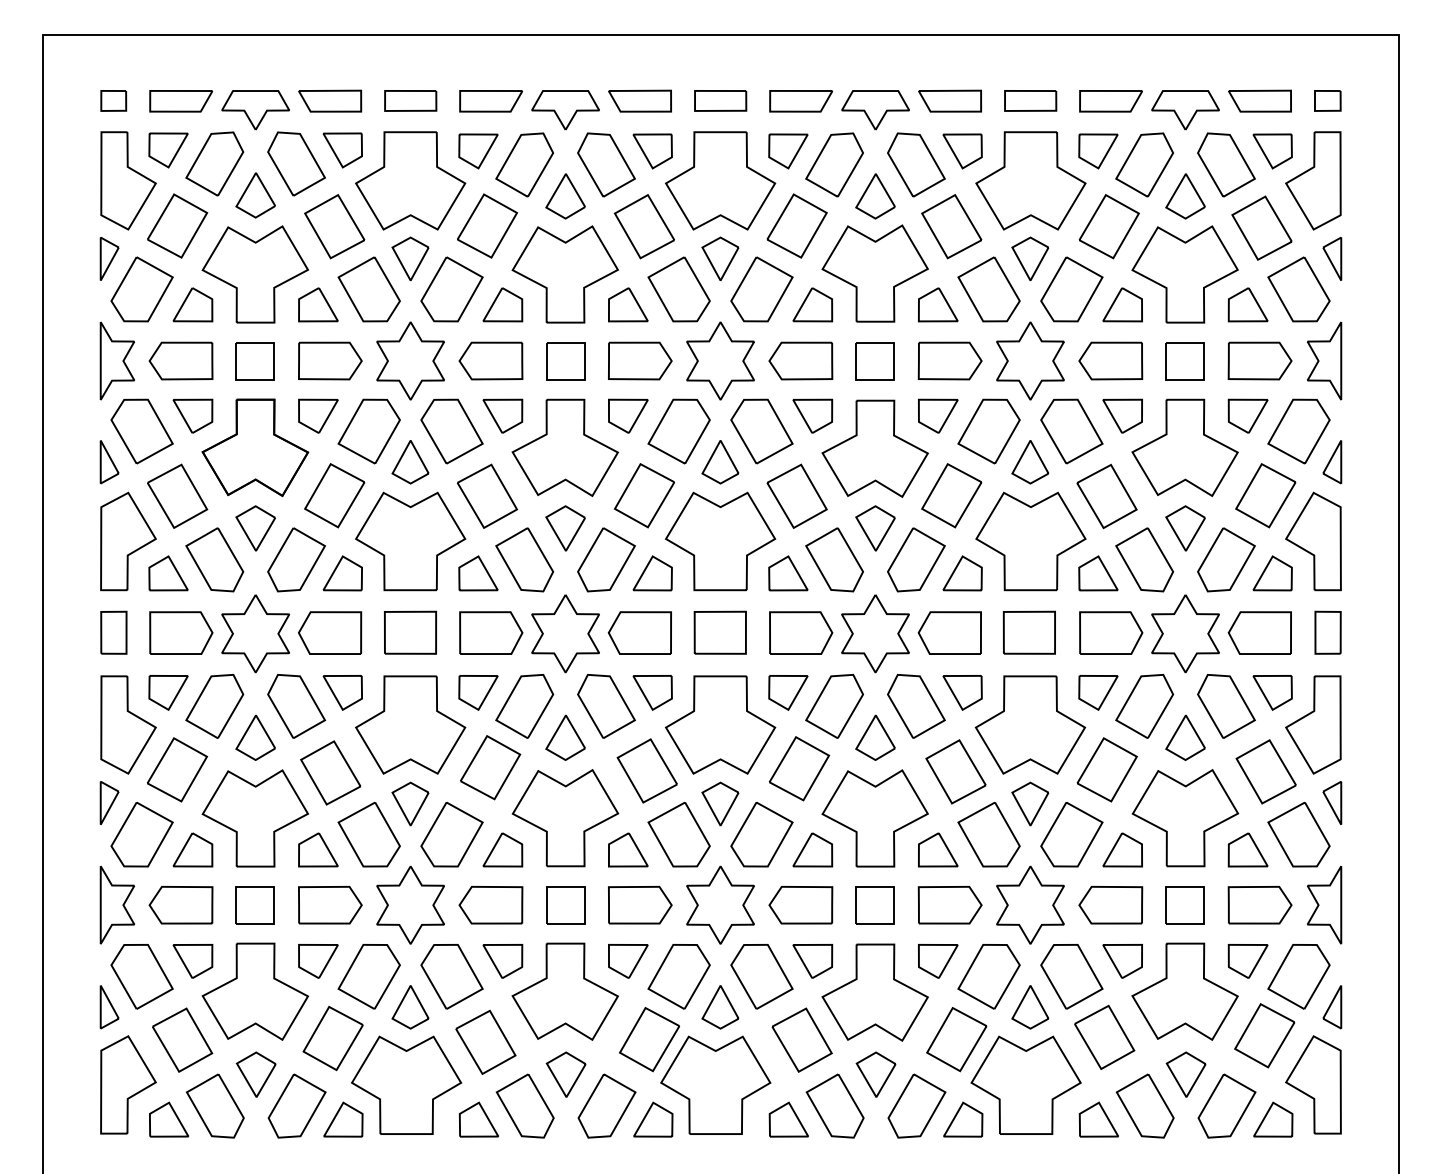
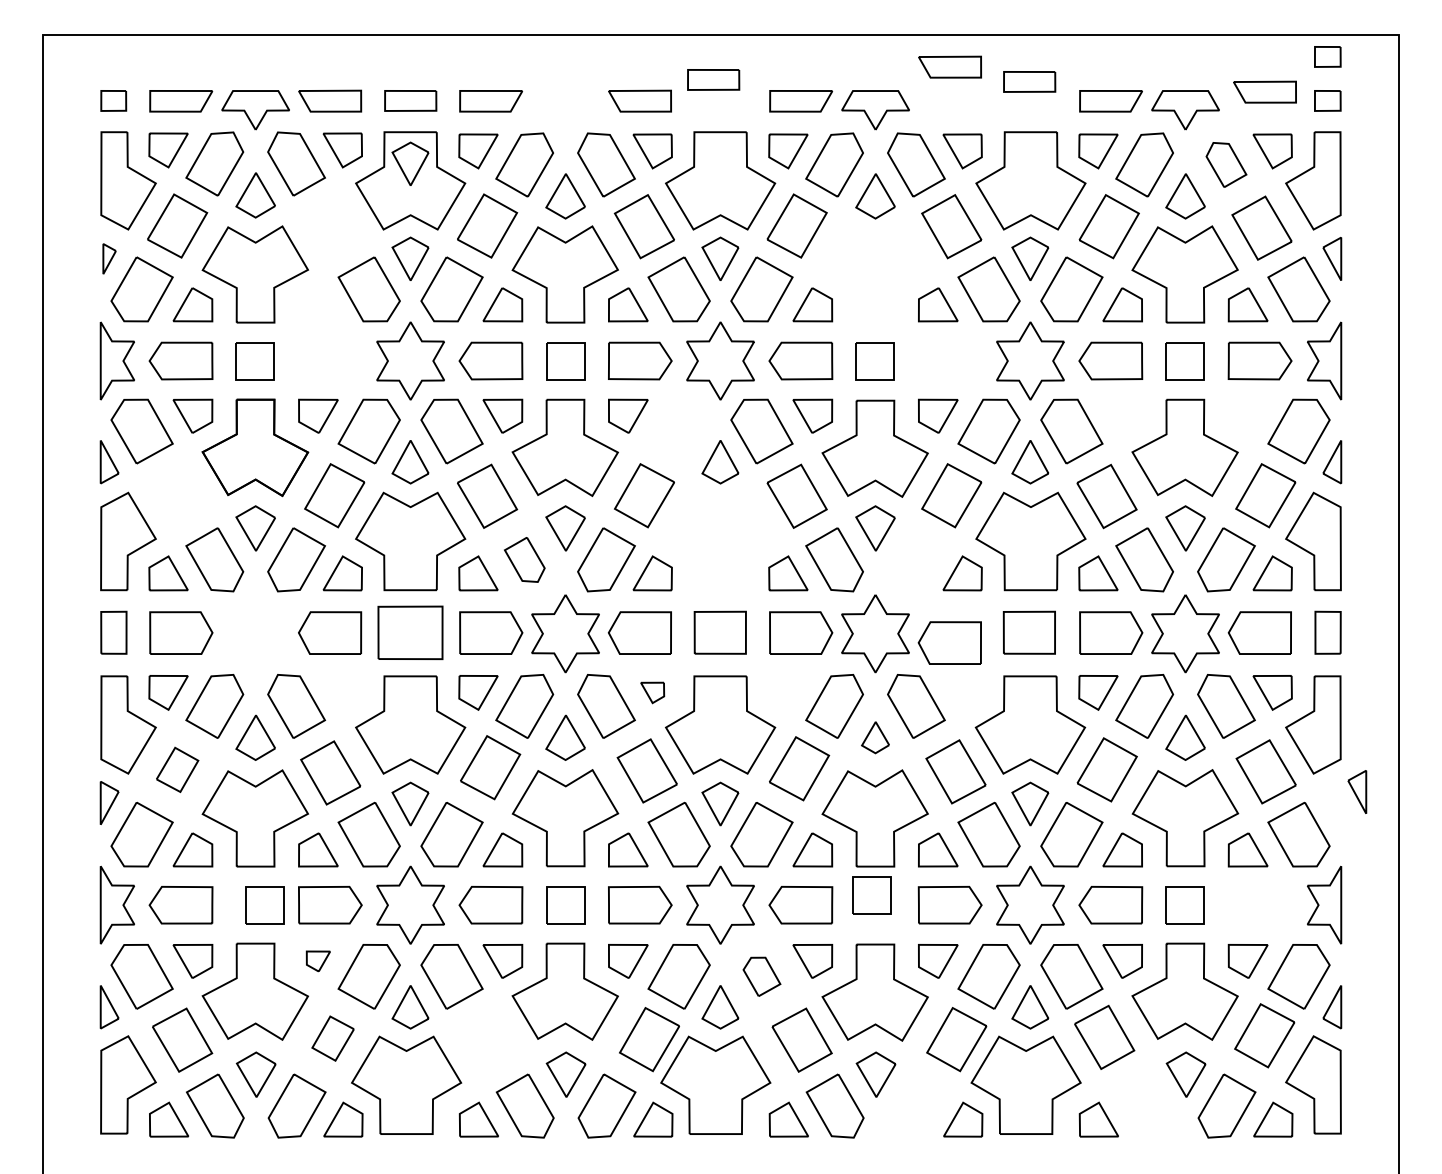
part at (1327, 56): none -> present
part at (720, 100) position: (720, 100) -> (713, 79)
part at (949, 100) position: (949, 100) -> (949, 66)
part at (1030, 100) position: (1030, 100) -> (1029, 81)
part at (1259, 100) position: (1259, 100) -> (1264, 91)
part at (565, 110): present -> none
part at (410, 163): none -> present
part at (1226, 164) size: 59x66 px -> 43x46 px
part at (334, 226): present -> none
part at (109, 258) size: 21x44 px -> 15x32 px
part at (874, 273): present -> none
part at (318, 304): present -> none
part at (330, 360): present -> none
part at (949, 360): present -> none
part at (1122, 415): present -> none
part at (1247, 415): present -> none
part at (678, 431): present -> none
part at (177, 495): present -> none
part at (720, 541): present -> none
part at (524, 559) size: 60x66 px -> 42x46 px
part at (916, 559): present -> none
part at (410, 632) size: 53x45 px -> 67x56 px
part at (949, 632) position: (949, 632) -> (949, 642)
part at (255, 633): present -> none
part at (342, 692): present -> none
part at (652, 692) size: 41x36 px -> 26x24 px
part at (788, 692): present -> none
part at (962, 692): present -> none
part at (875, 737) size: 41x47 px -> 29x34 px
part at (177, 769) size: 62x66 px -> 44x47 px
part at (1332, 802) position: (1332, 802) -> (1357, 791)
part at (254, 905) position: (254, 905) -> (264, 905)
part at (874, 905) position: (874, 905) -> (871, 895)
part at (1259, 905): present -> none
part at (318, 961) size: 41x35 px -> 26x23 px
part at (761, 976) size: 64x66 px -> 40x41 px
part at (332, 1038) size: 62x66 px -> 44x47 px
part at (485, 1041): present -> none
part at (916, 1105): present -> none
part at (1144, 1105): present -> none
